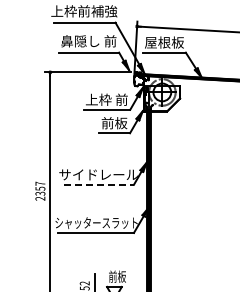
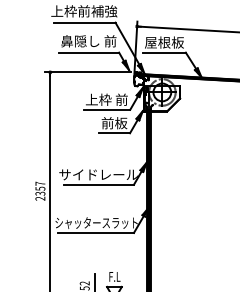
line at (99, 184): dashed -> solid
text at (117, 276): 前板 -> F.L
